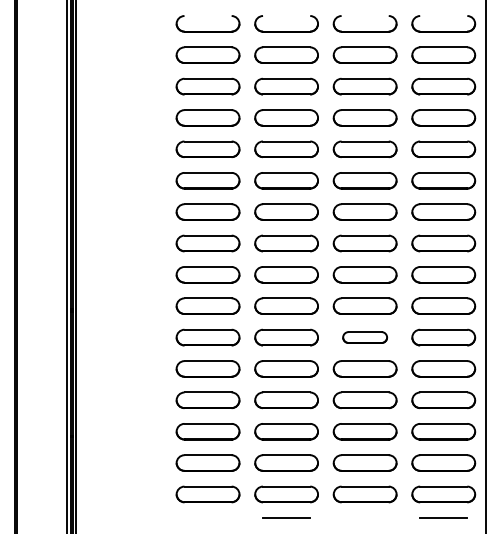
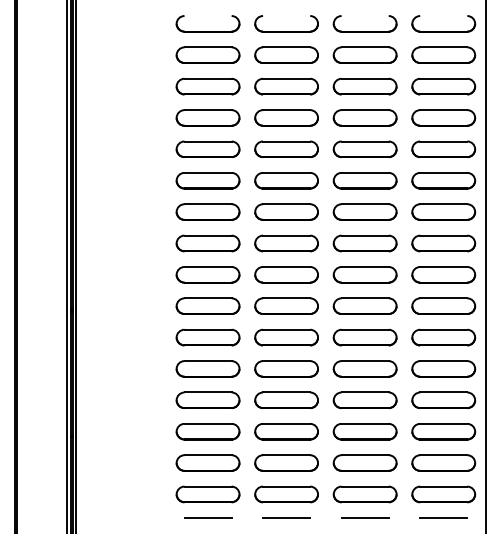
part at (364, 337) size: 46x13 px -> 66x19 px
line at (207, 517): none -> present
line at (364, 517): none -> present
